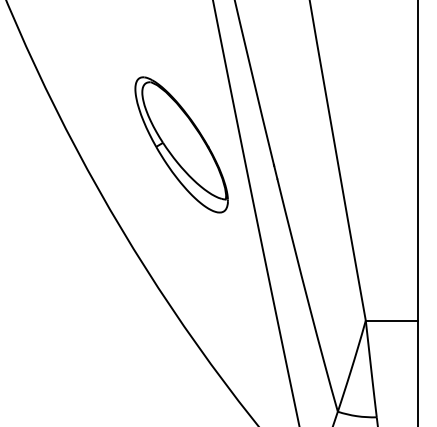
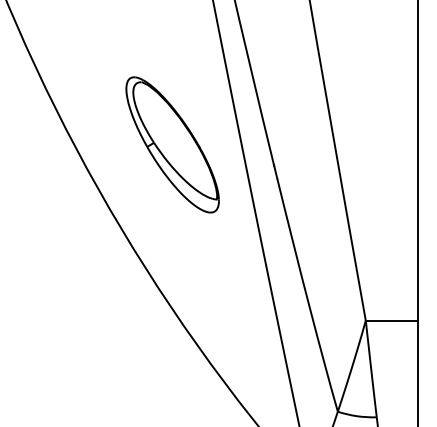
part at (181, 144) position: (181, 144) -> (172, 144)
